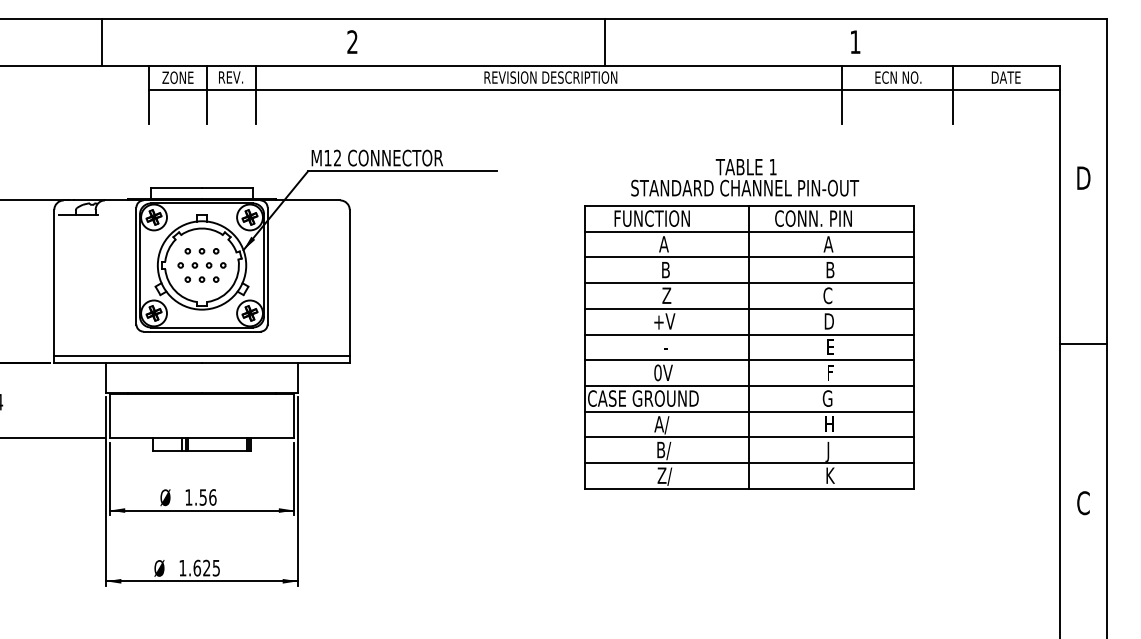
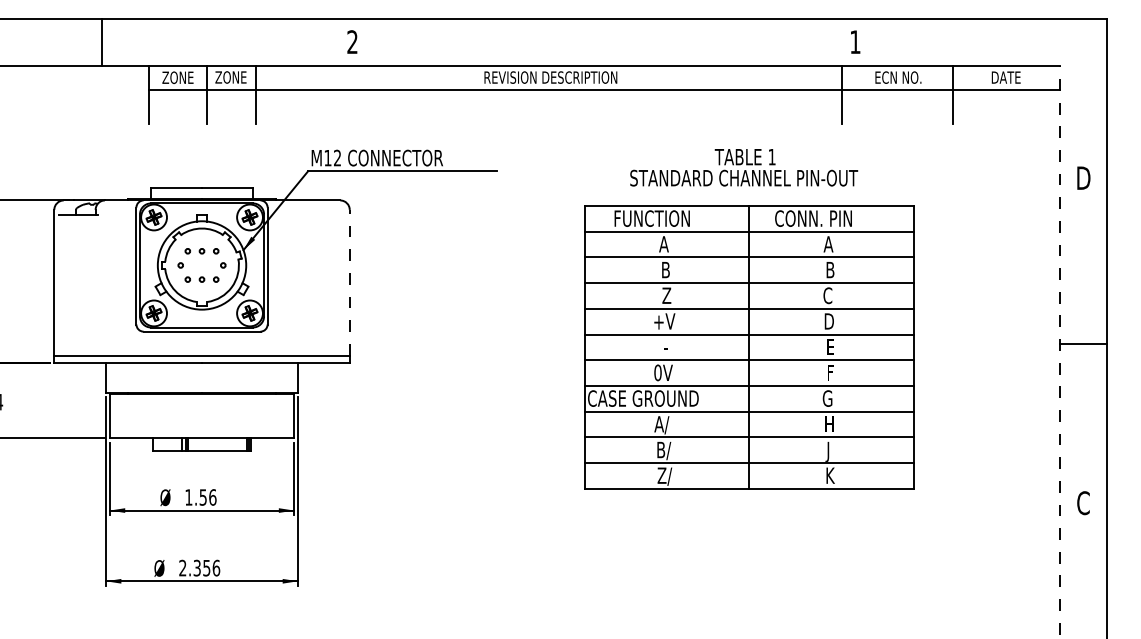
line at (604, 42): present -> none
text at (230, 77): REV. -> ZONE
text at (745, 177) position: (745, 177) -> (744, 167)
part at (201, 265): present -> none
line at (349, 282): solid -> dashed
line at (1060, 351): solid -> dashed
text at (199, 567): 1.625 -> 2.356
